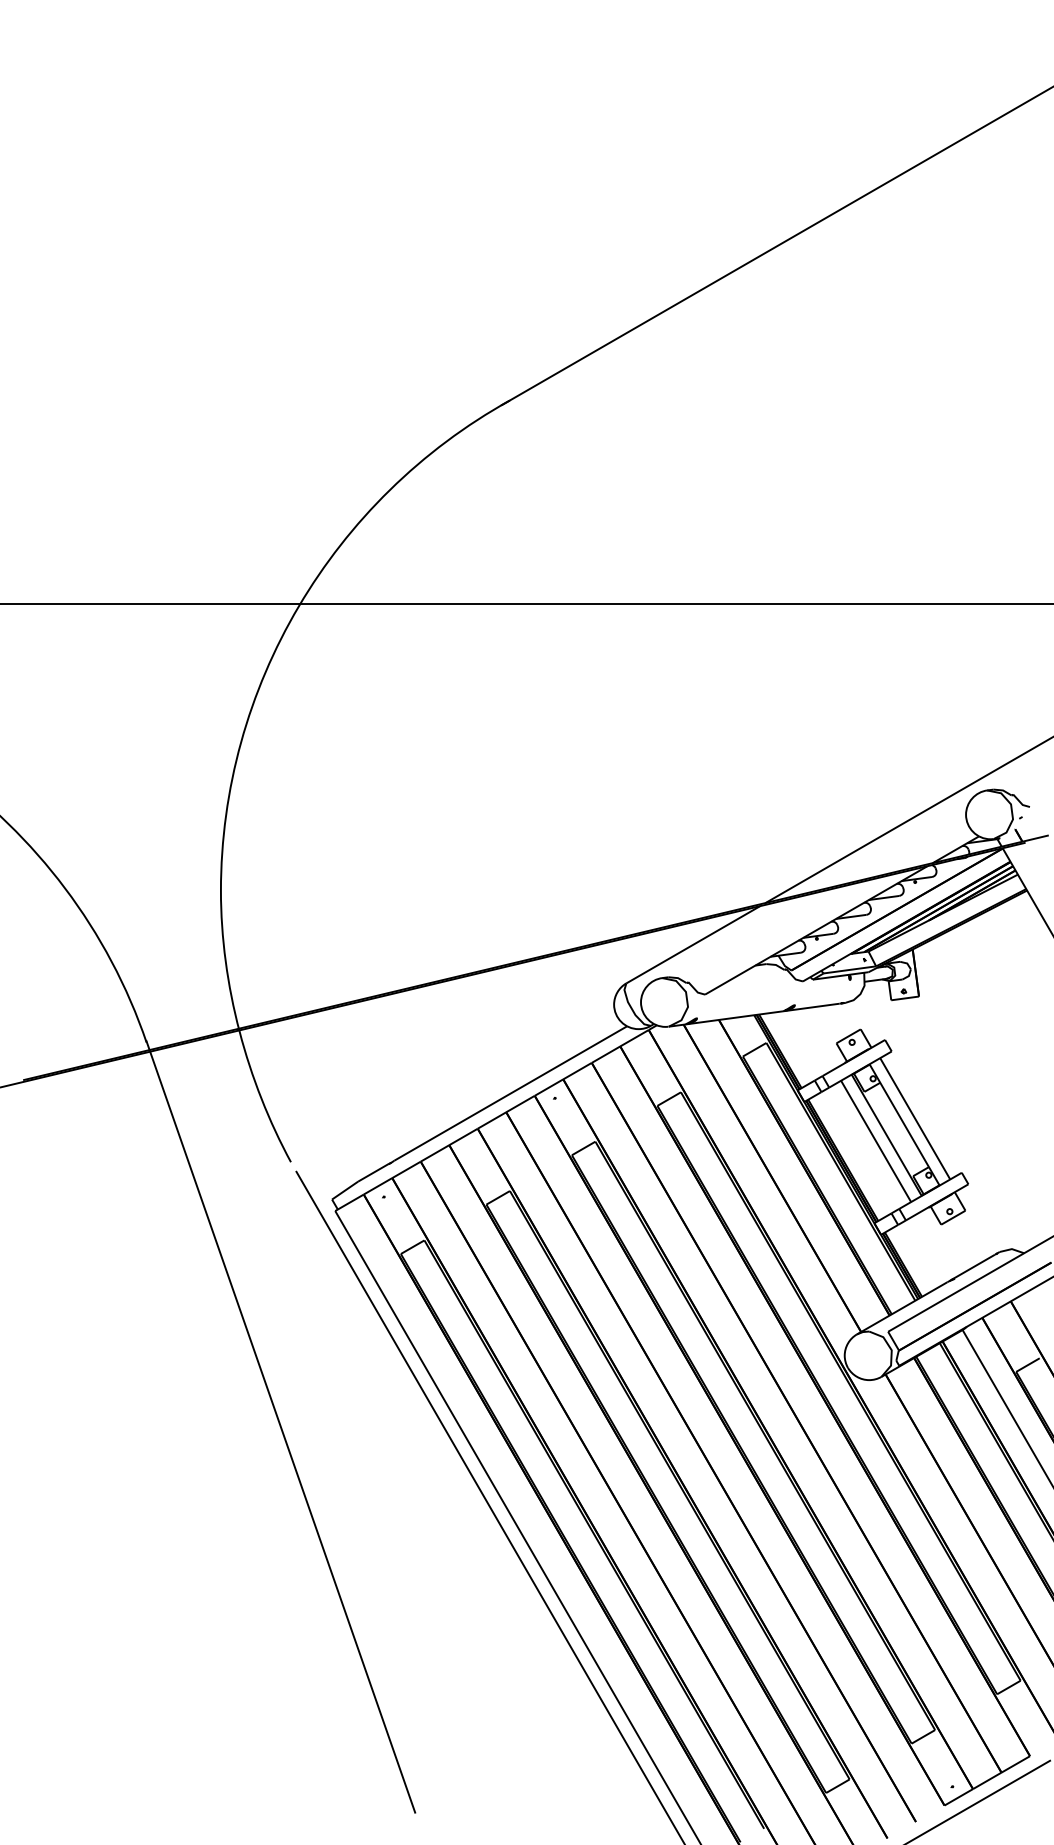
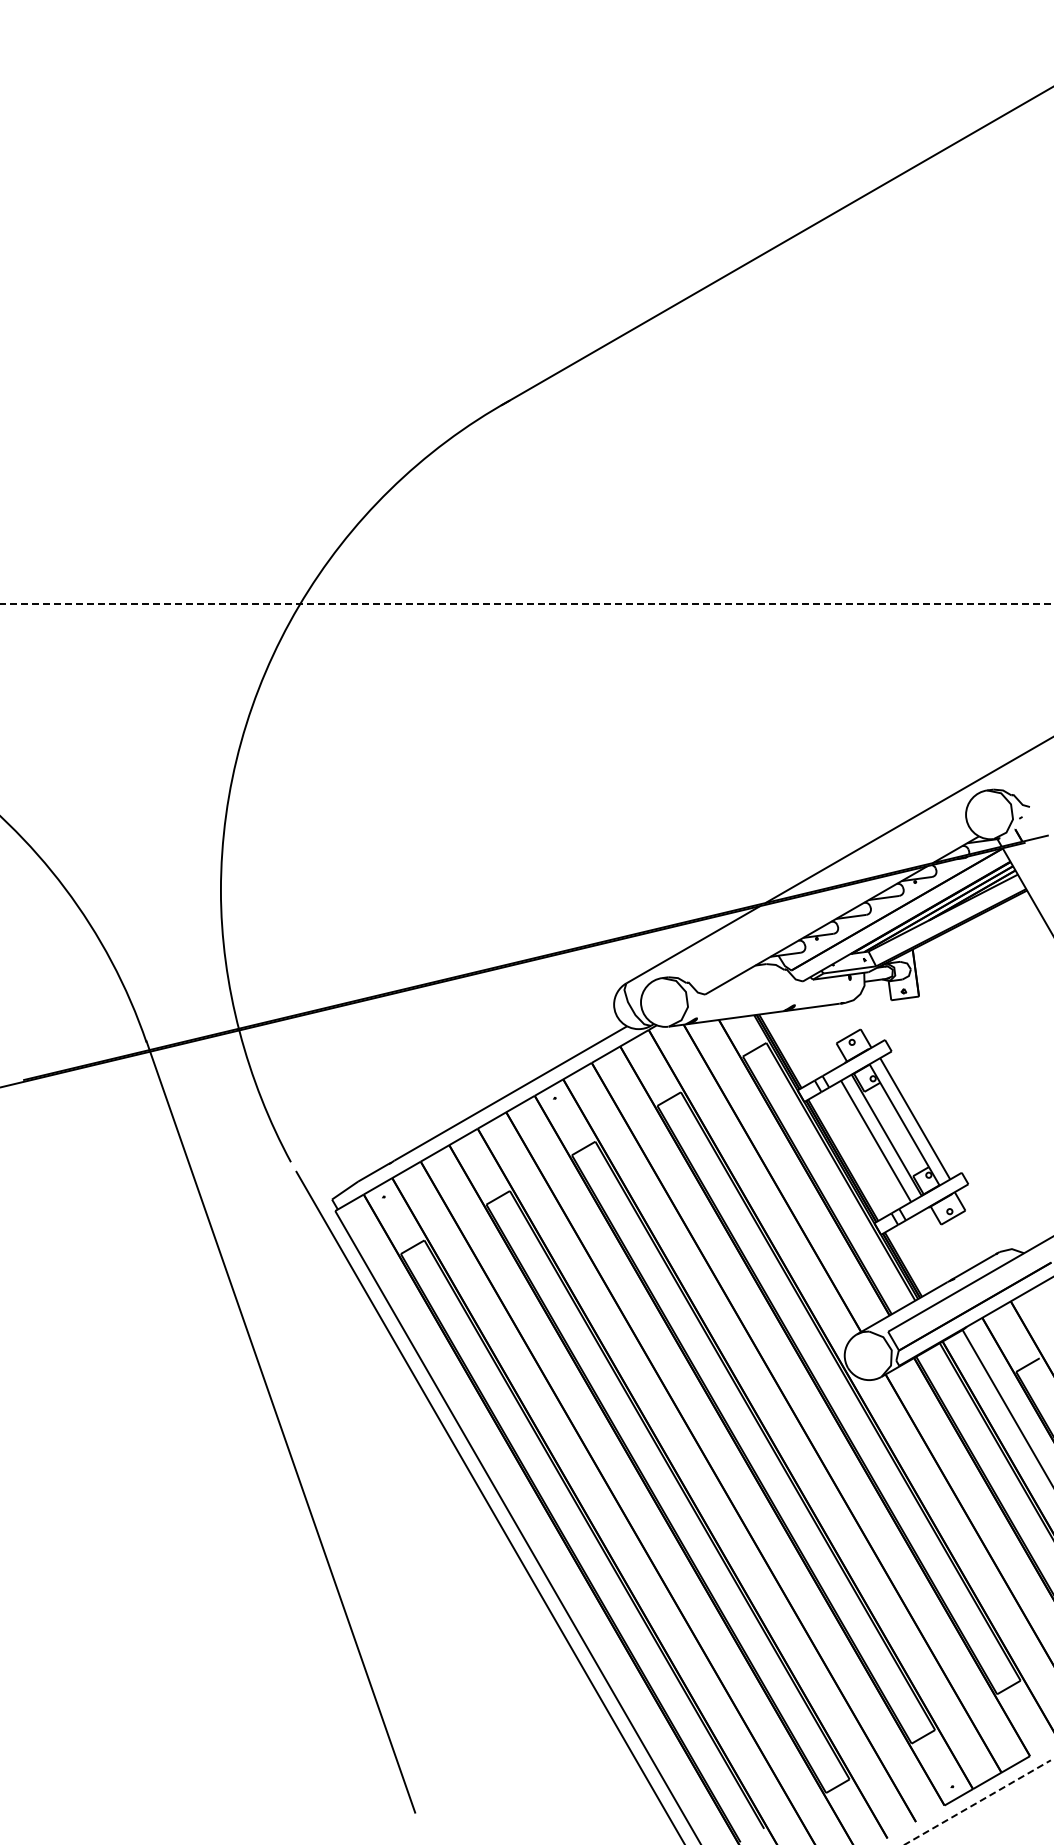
line at (527, 604): solid -> dashed
line at (978, 1802): solid -> dashed
